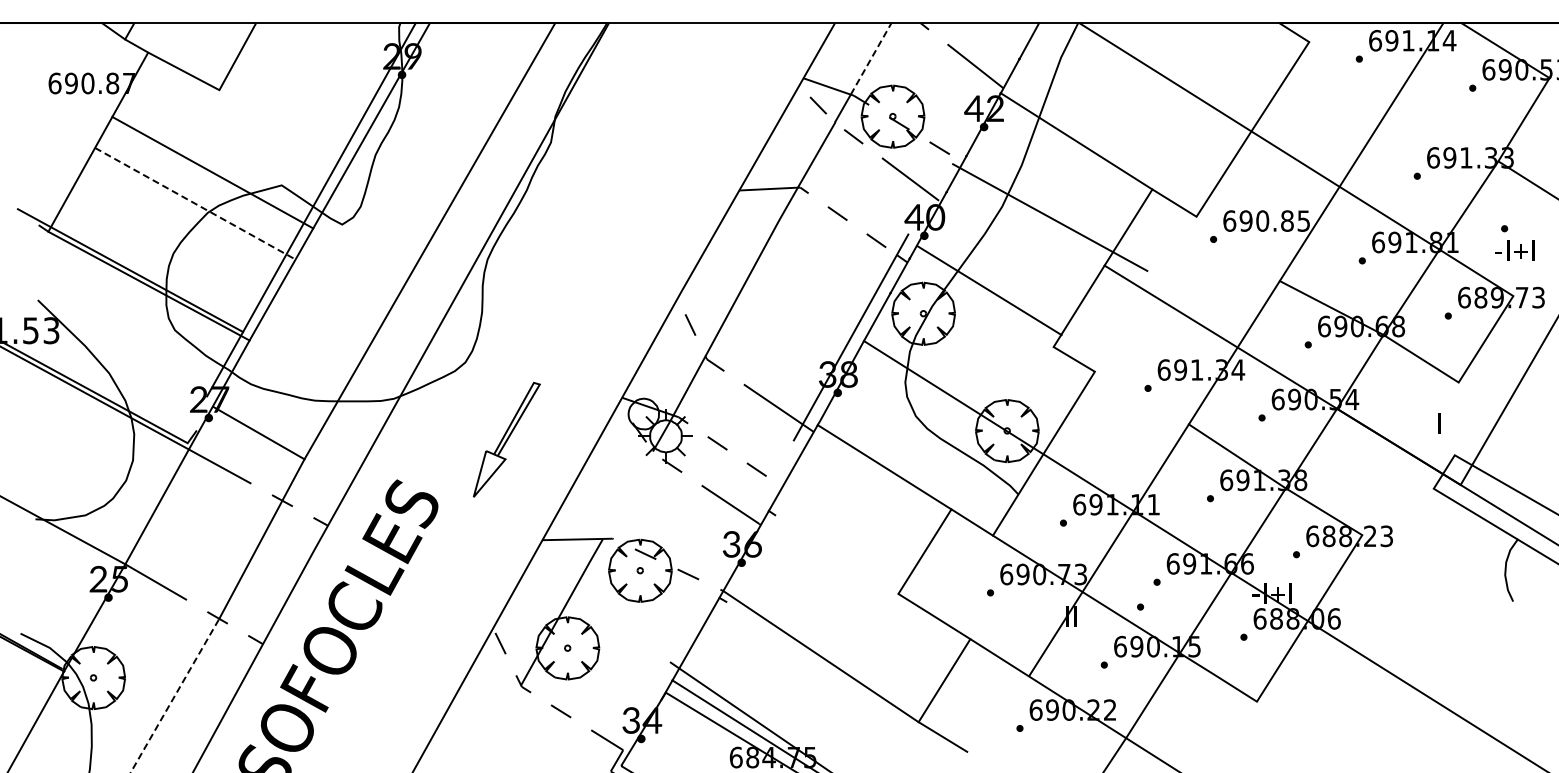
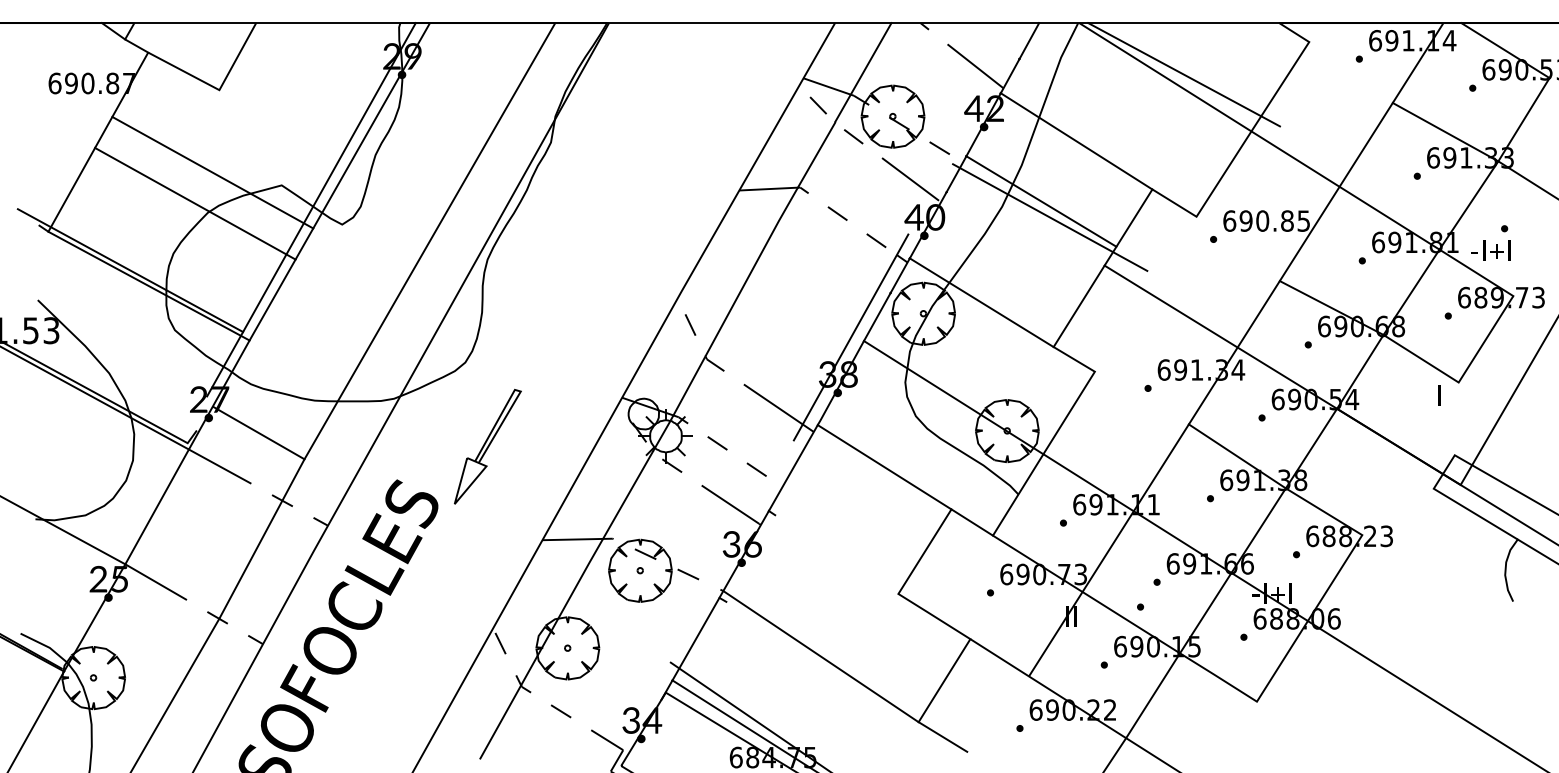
line at (871, 58): dashed -> solid
line at (1184, 74): none -> present
line at (1445, 131): none -> present
line at (1041, 201): none -> present
line at (195, 203): dashed -> solid
text at (1514, 250) position: (1514, 250) -> (1490, 250)
line at (989, 290) position: (989, 290) -> (981, 302)
text at (1439, 423) position: (1439, 423) -> (1439, 395)
part at (506, 439) position: (506, 439) -> (487, 446)
line at (627, 494): none -> present
line at (175, 695): dashed -> solid
line at (500, 721): none -> present
